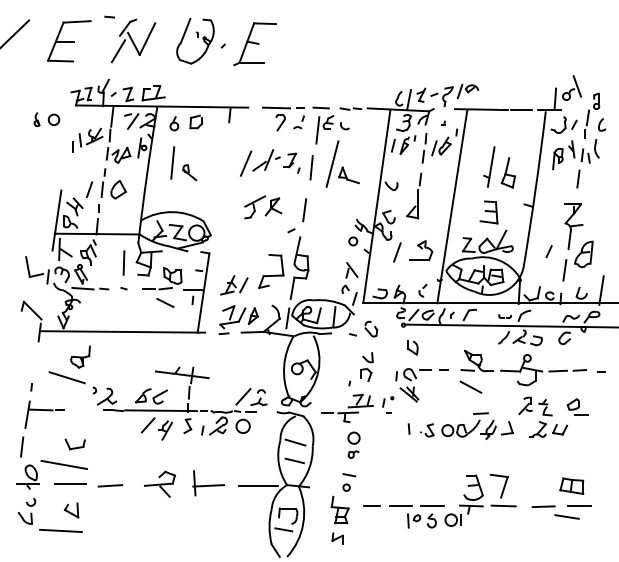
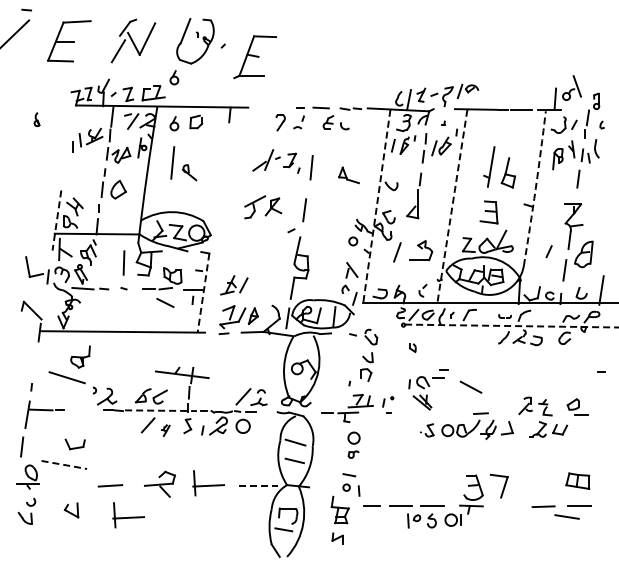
line at (109, 16) position: (109, 16) -> (26, 9)
part at (254, 44) position: (254, 44) -> (254, 57)
part at (174, 77): none -> present
line at (276, 107): present -> none
circle at (53, 119): present -> none
part at (602, 124) size: 9x14 px -> 6x10 px
line at (317, 130): present -> none
line at (245, 163): present -> none
line at (332, 163): present -> none
arc at (535, 188): solid -> dashed
line at (89, 189): present -> none
line at (376, 206): solid -> dashed
line at (452, 206): solid -> dashed
line at (56, 221): solid -> dashed
part at (271, 271): present -> none
line at (203, 293): solid -> dashed
line at (511, 326): solid -> dashed
part at (371, 328) position: (371, 328) -> (371, 336)
part at (412, 347) size: 12x16 px -> 8x10 px
part at (523, 367): present -> none
part at (413, 385) position: (413, 385) -> (426, 393)
line at (161, 410): solid -> dashed
line at (408, 428) position: (408, 428) -> (358, 490)
part at (165, 430) size: 16x21 px -> 10x13 px
line at (64, 465): solid -> dashed
line at (70, 484): present -> none
line at (259, 485): solid -> dashed
part at (571, 485) position: (571, 485) -> (577, 480)
line at (503, 505): present -> none
part at (128, 515): none -> present
line at (60, 530): present -> none
